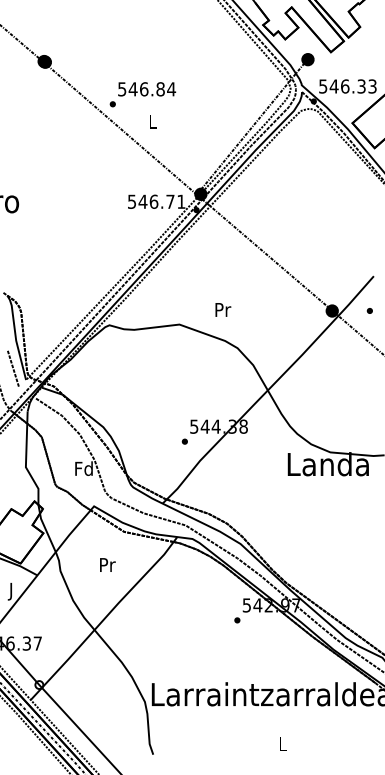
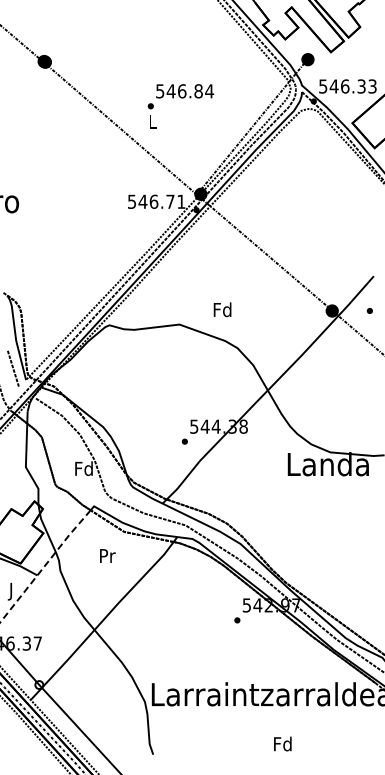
text at (142, 94) position: (142, 94) -> (180, 96)
text at (222, 309): Pr -> Fd
text at (107, 564) position: (107, 564) -> (107, 555)
line at (45, 565): solid -> dashed
text at (282, 743): L -> Fd
